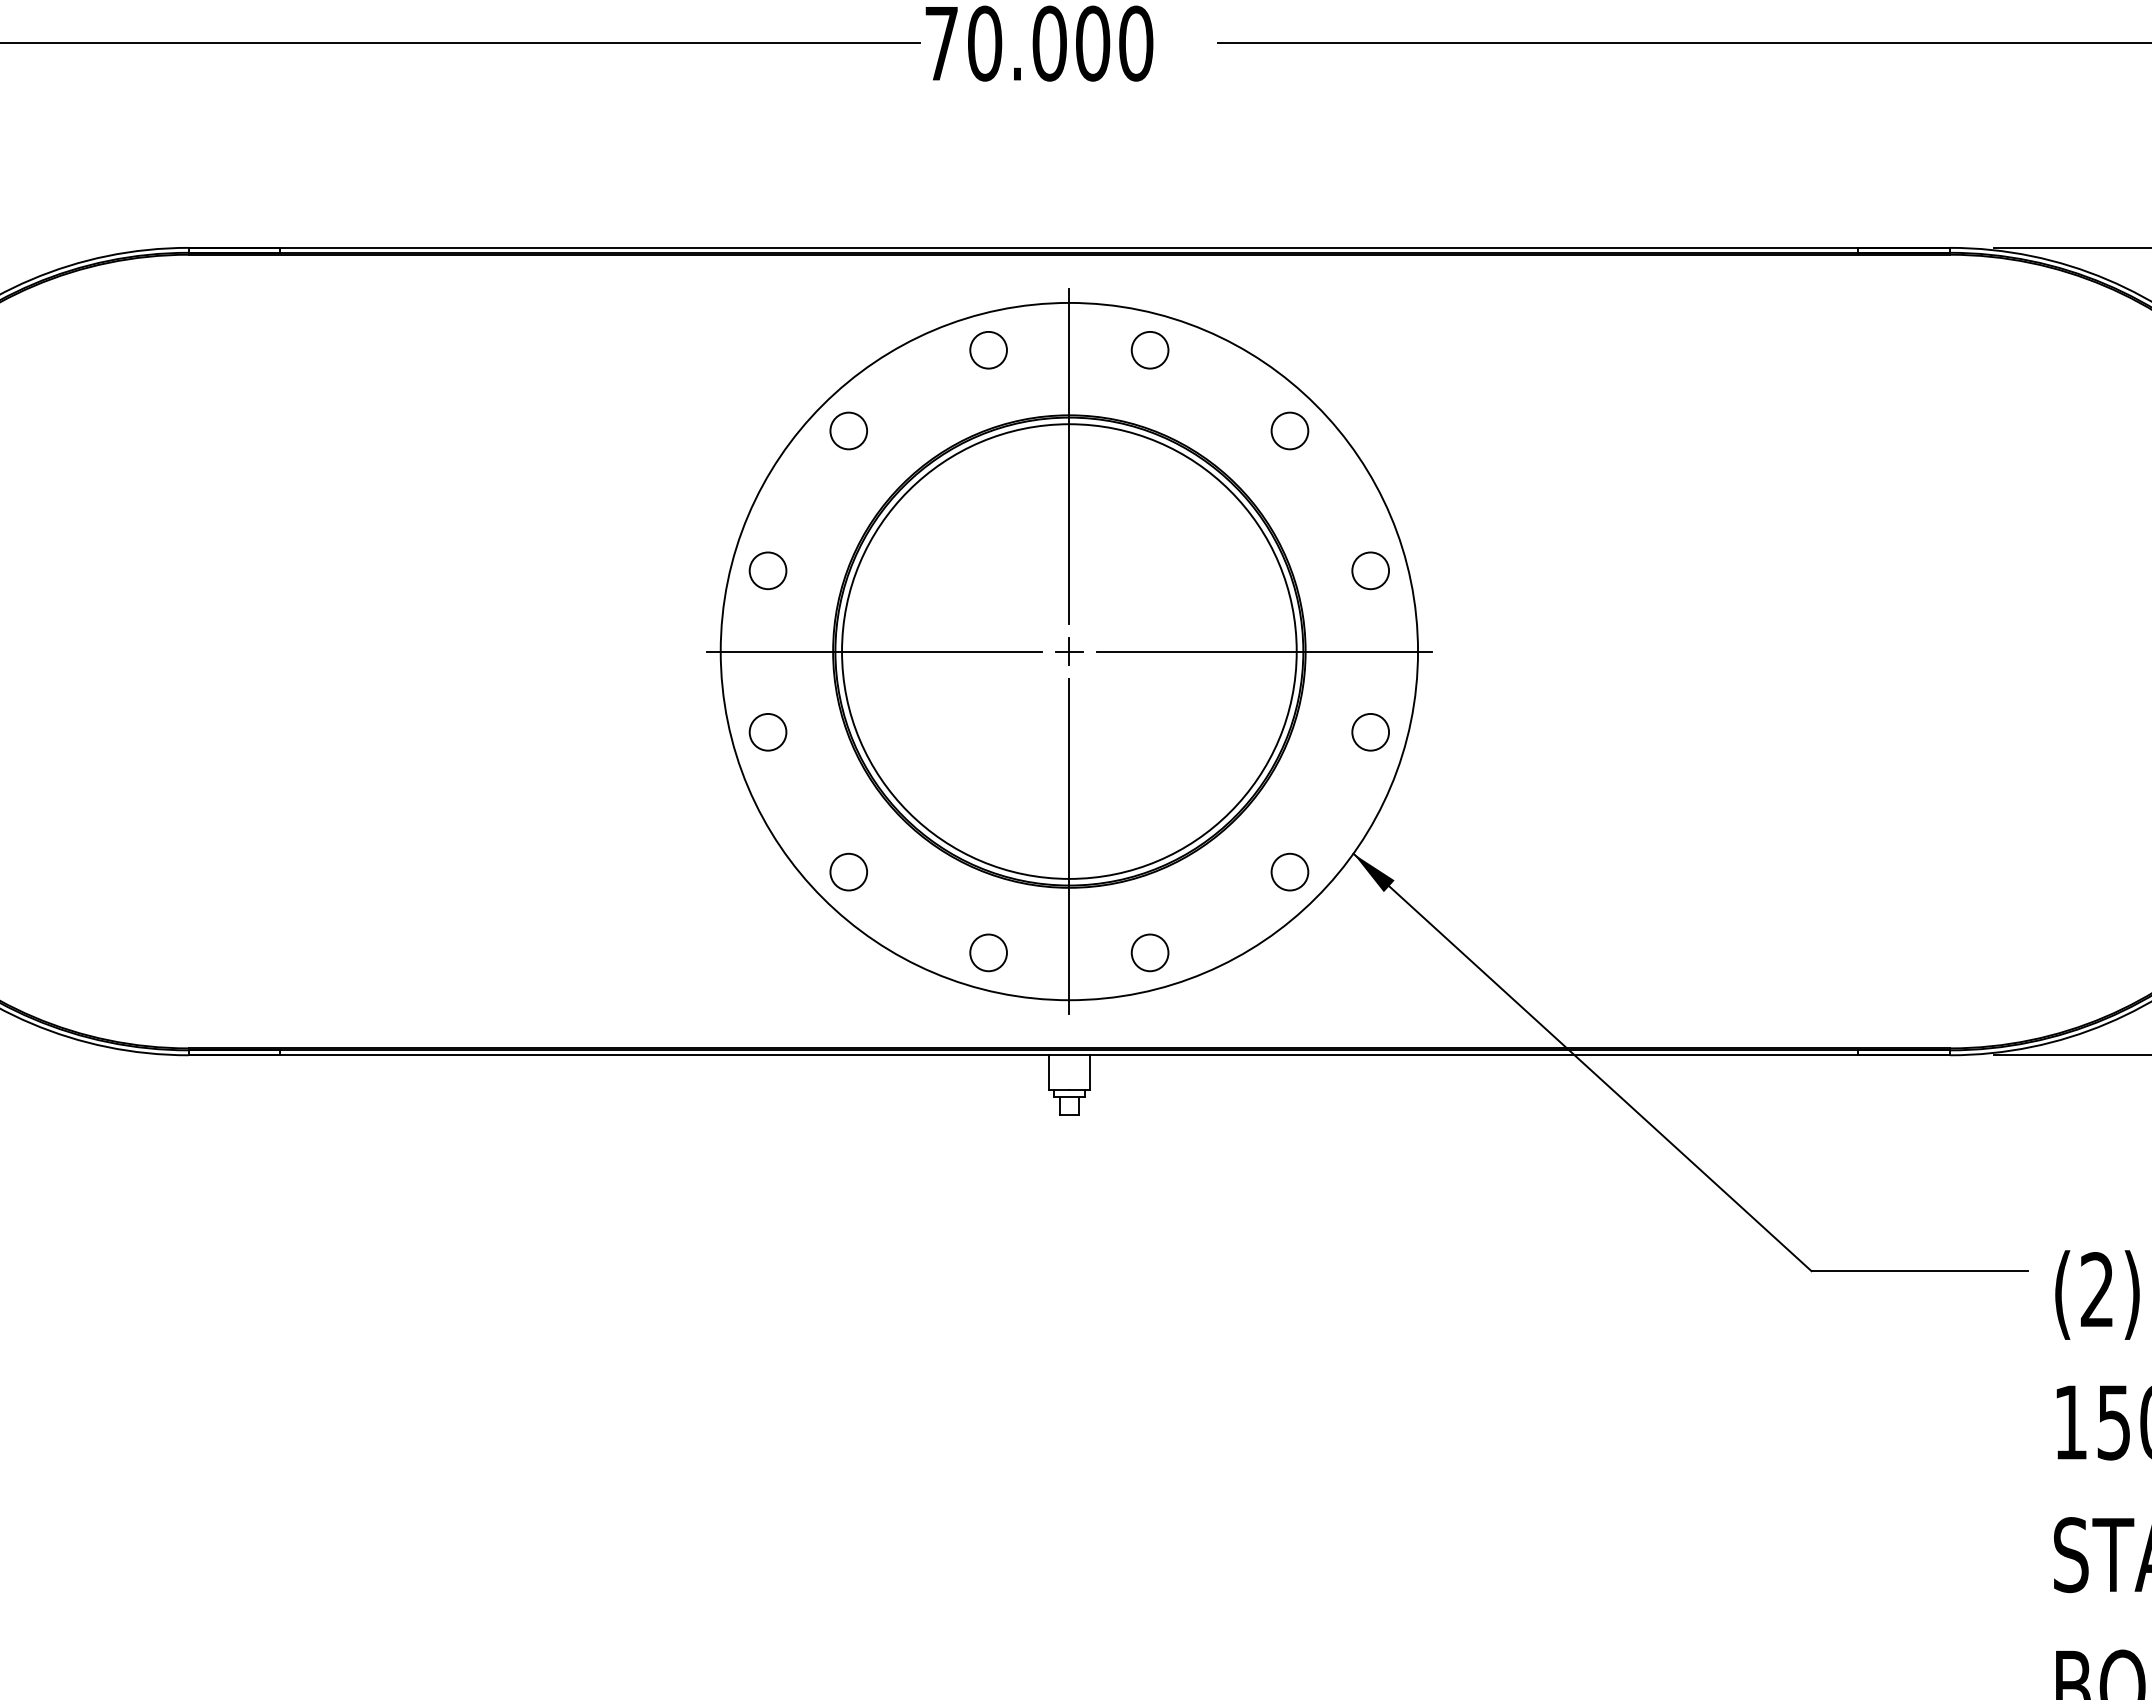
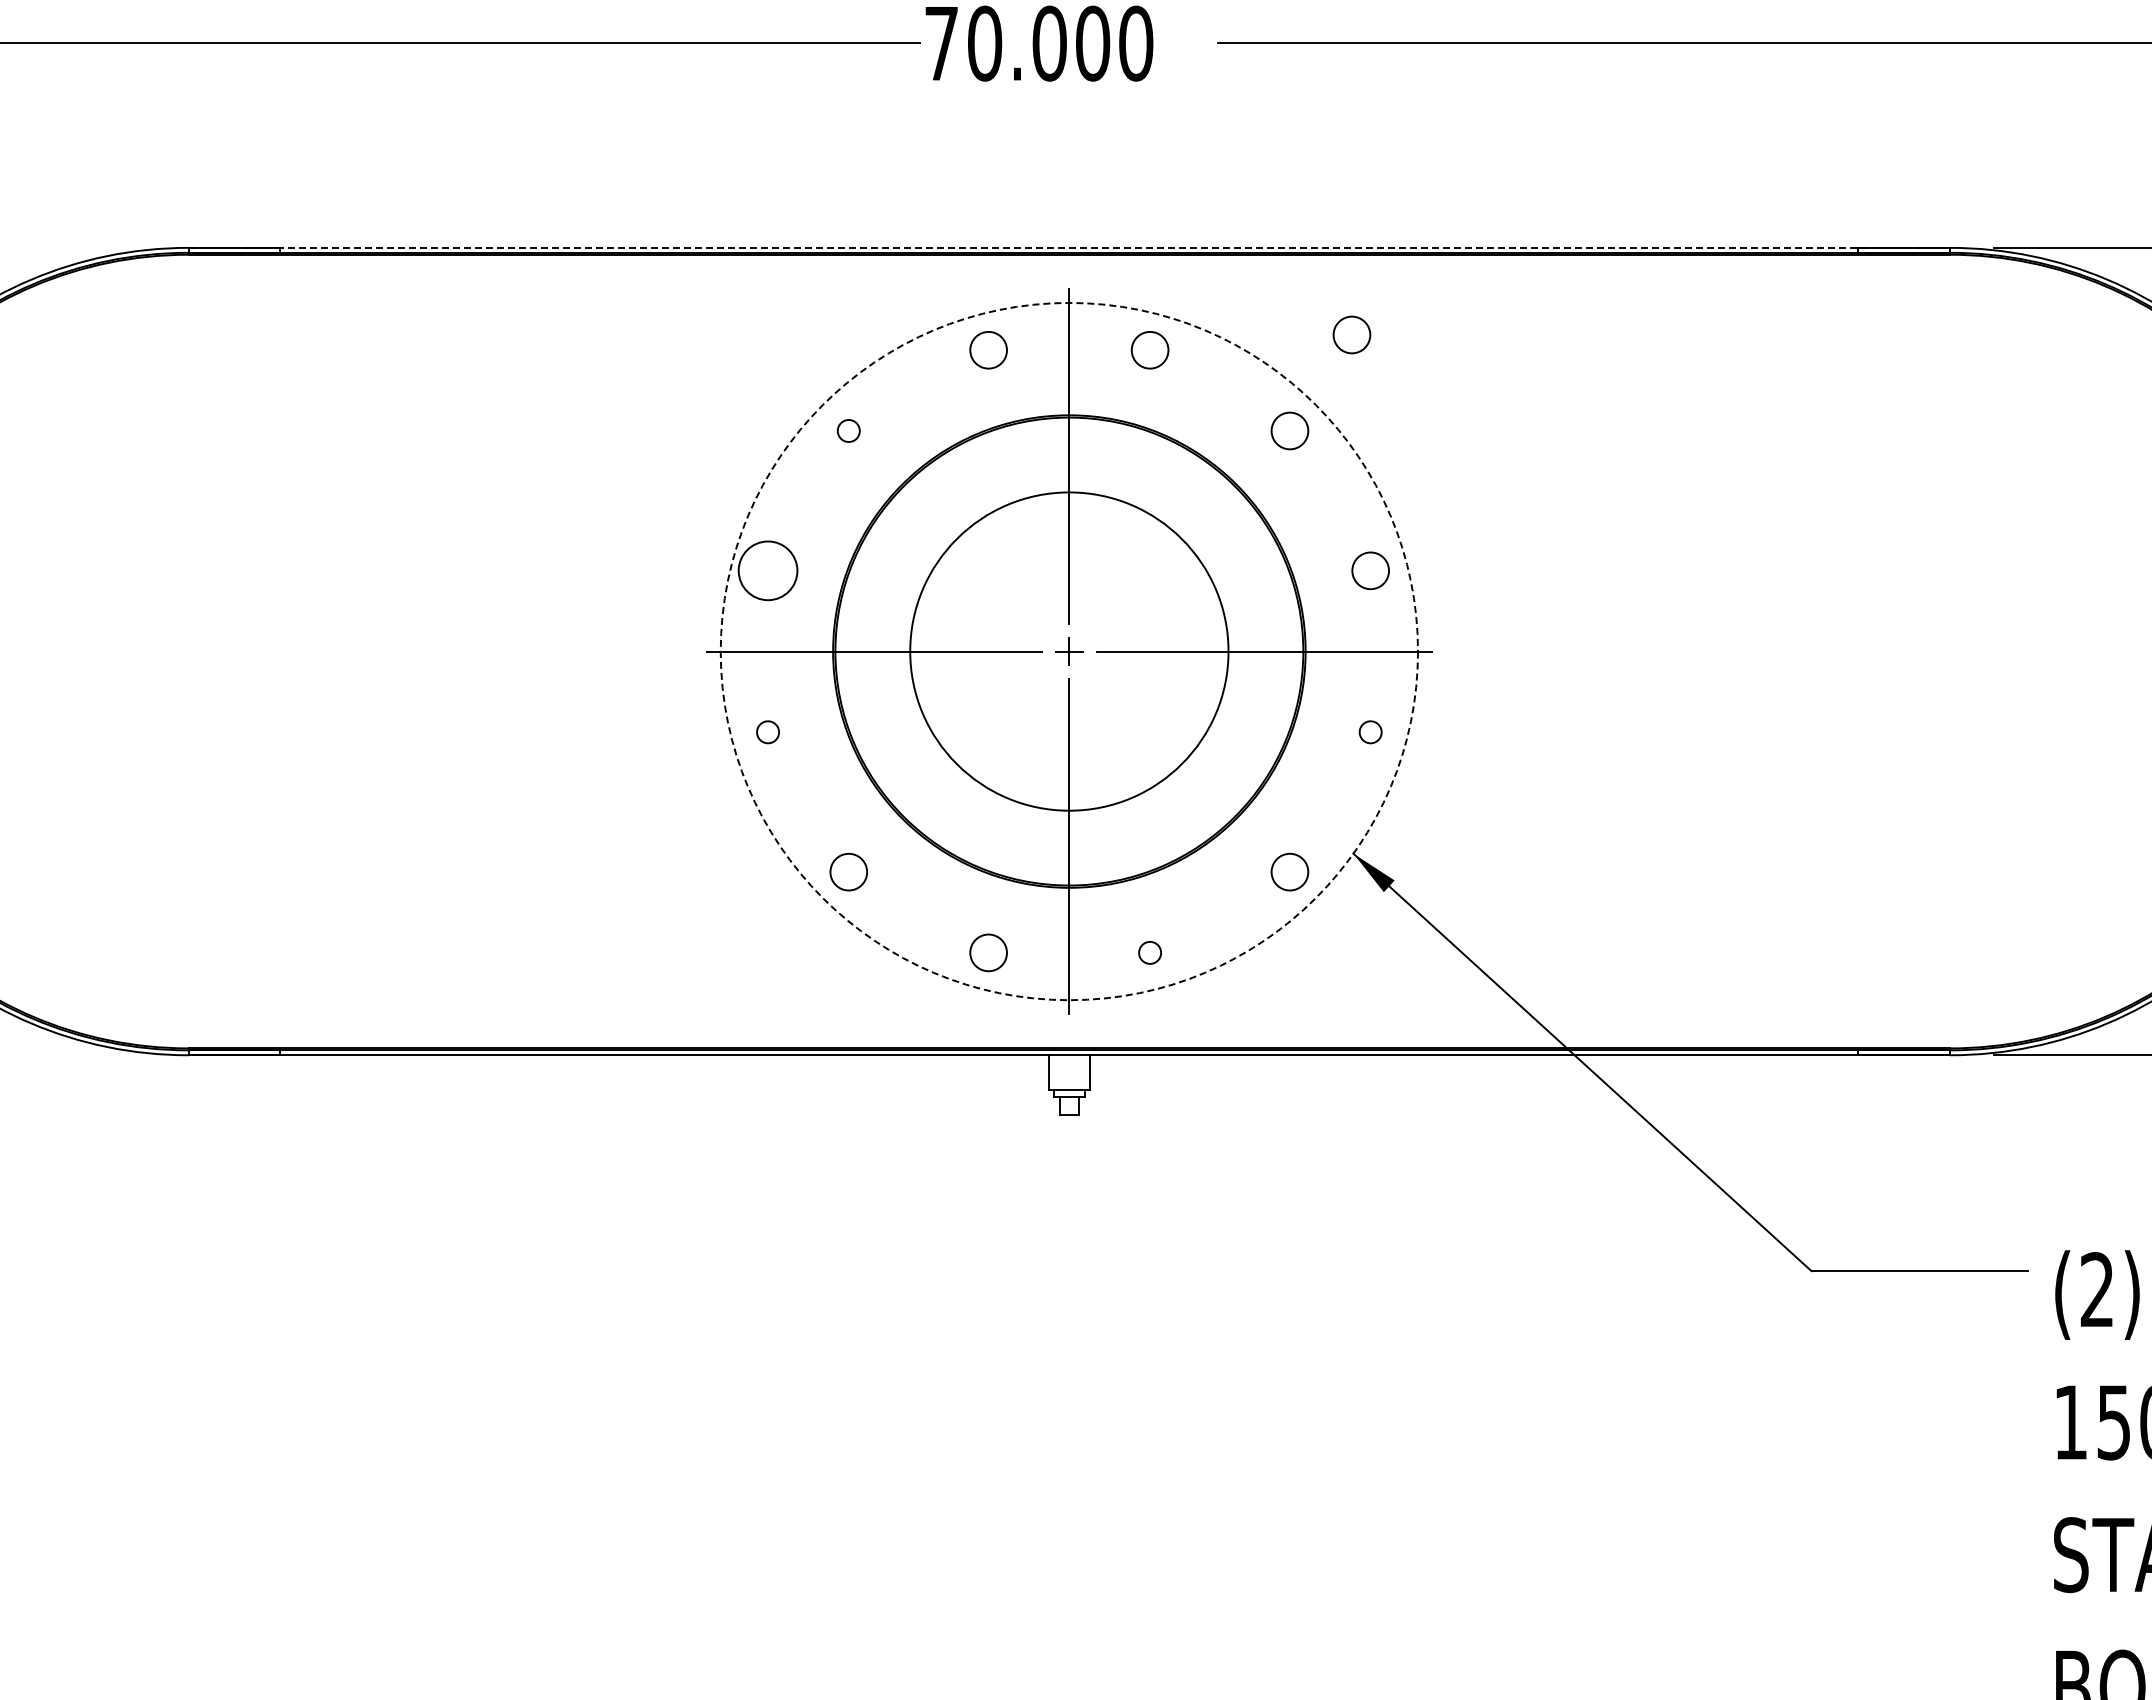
line at (1069, 247): solid -> dashed
circle at (1351, 334): none -> present
circle at (848, 430) diameter: 37 px -> 22 px
circle at (767, 570) diameter: 37 px -> 59 px
circle at (1069, 651) diameter: 455 px -> 318 px
circle at (1069, 651): solid -> dashed
circle at (767, 731) diameter: 37 px -> 22 px
circle at (1370, 731) diameter: 37 px -> 22 px
circle at (1149, 952) diameter: 37 px -> 22 px
